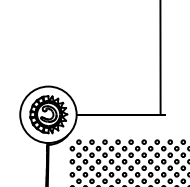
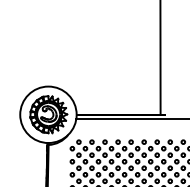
line at (131, 118): none -> present
